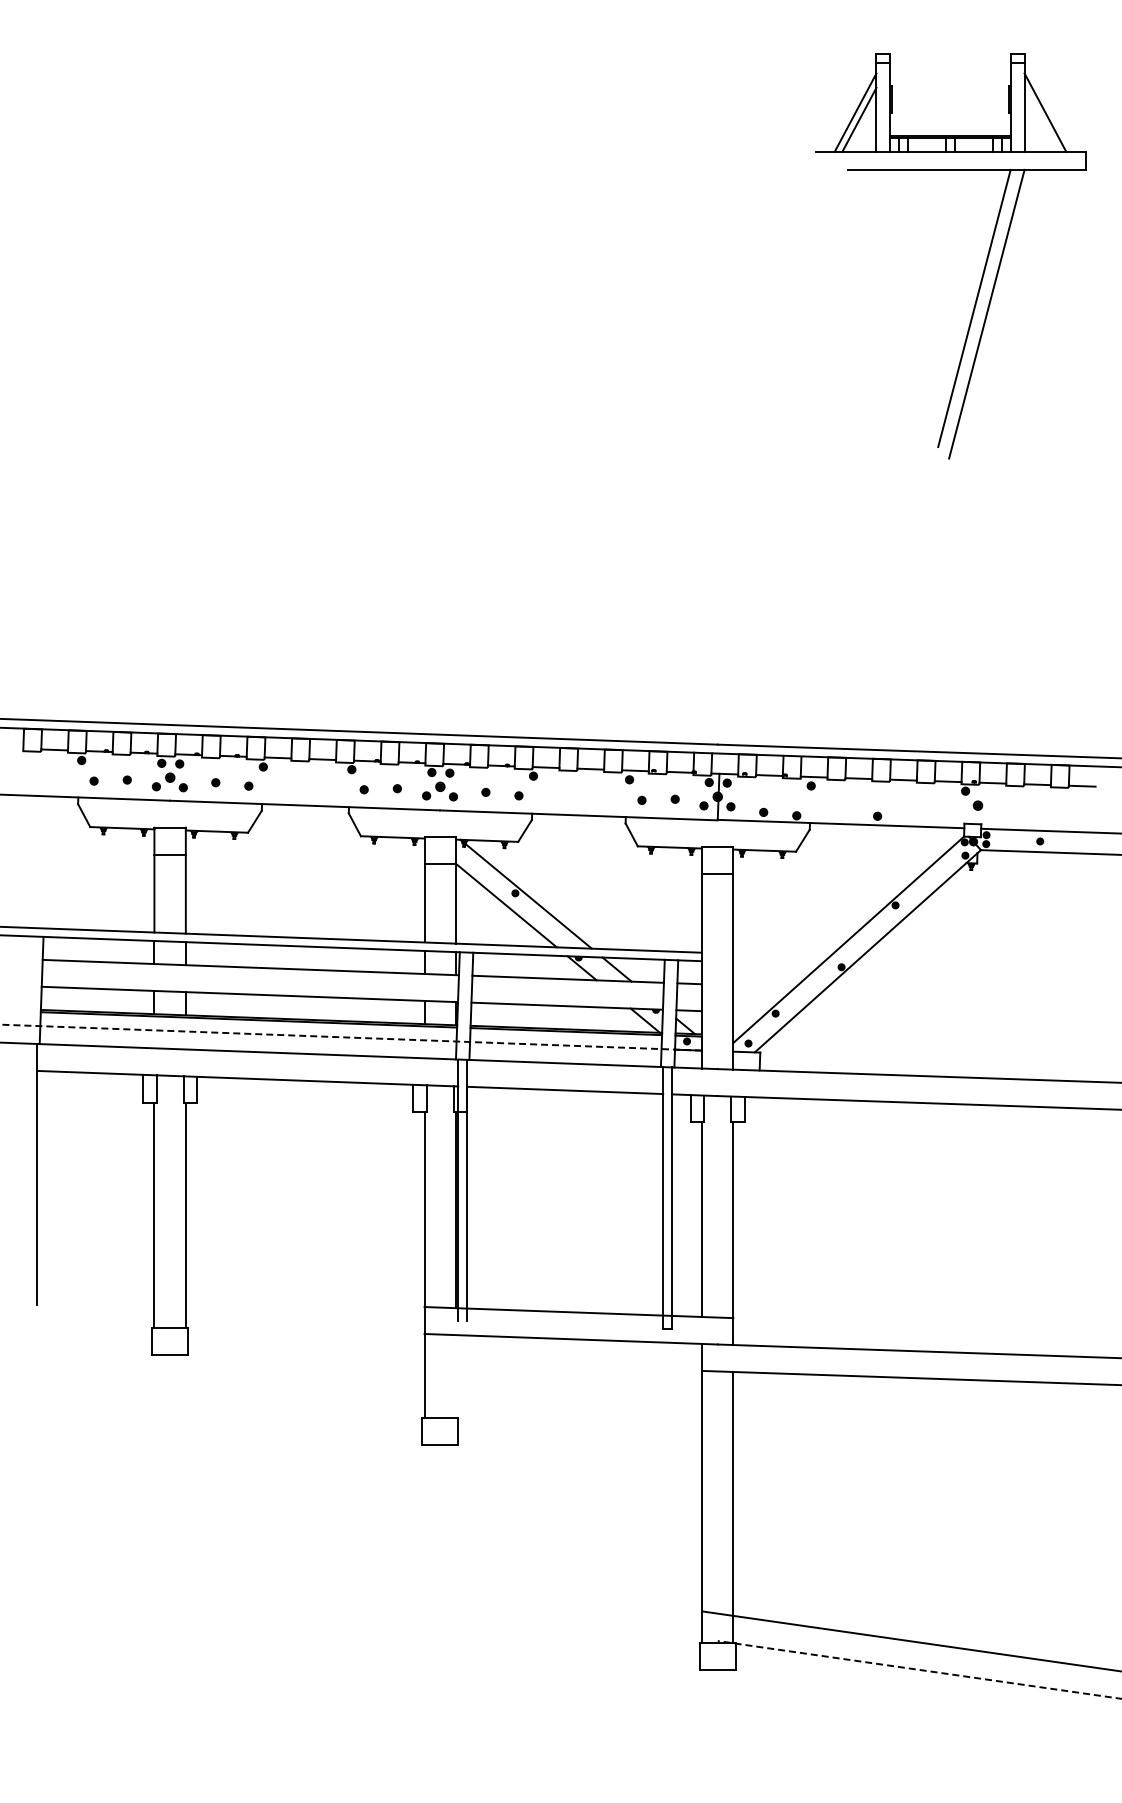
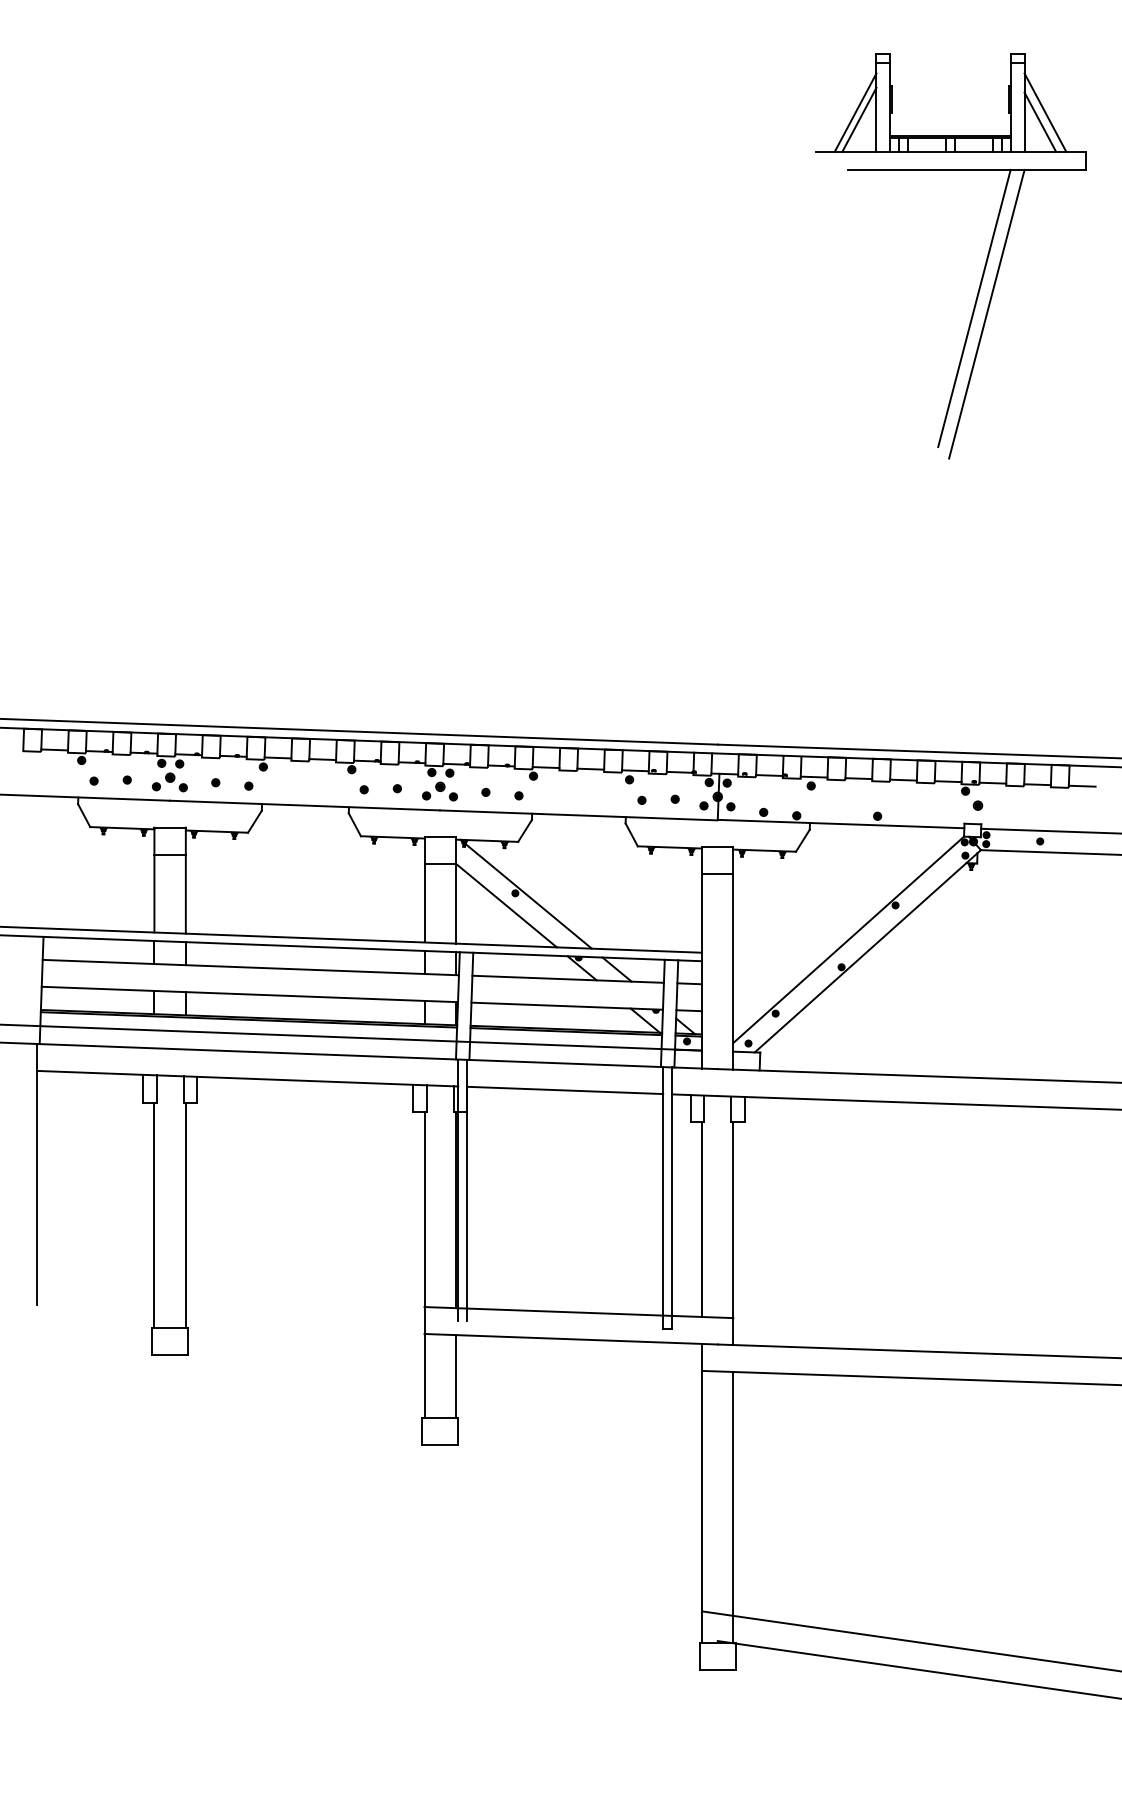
line at (1040, 121): none -> present
line at (350, 1037): dashed -> solid
line at (455, 1376): none -> present
line at (919, 1669): dashed -> solid
